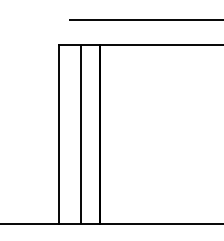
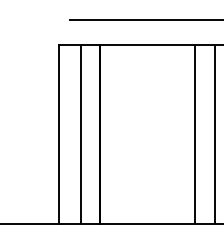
line at (195, 134): none -> present
line at (214, 134): none -> present
